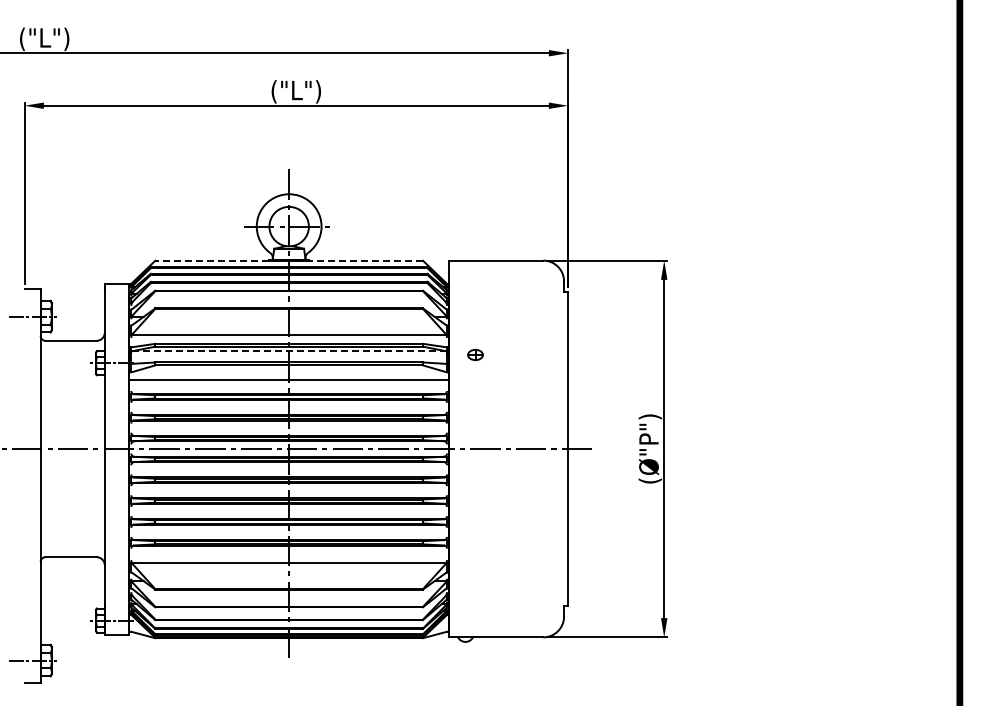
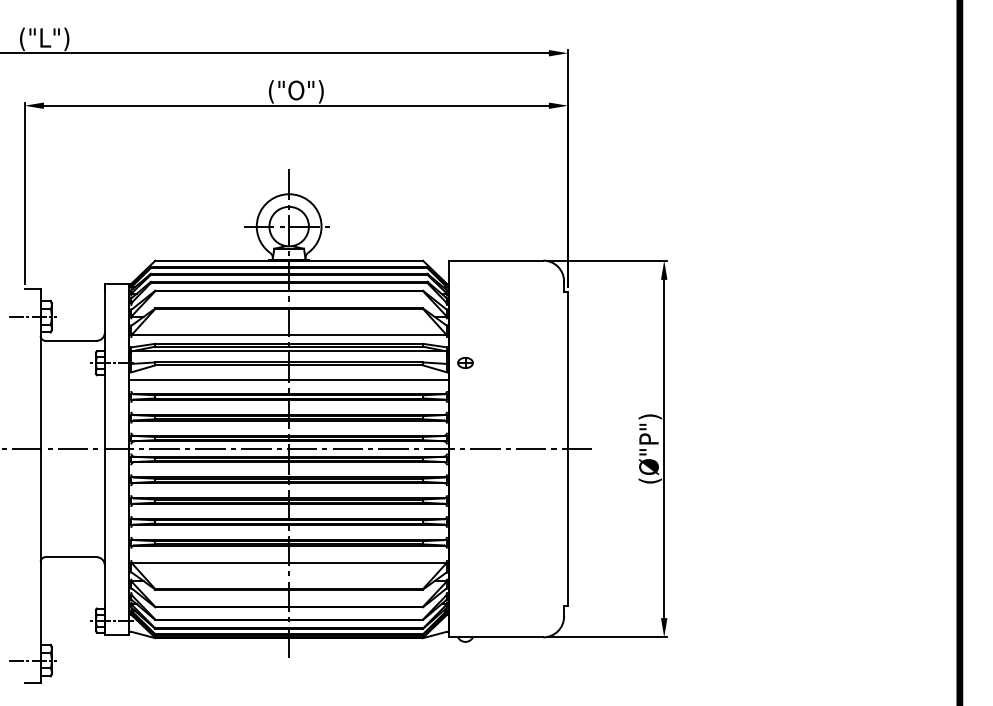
text at (296, 91): ("L") -> ("O")
line at (289, 260): dashed -> solid
line at (289, 351): dashed -> solid
part at (475, 354) position: (475, 354) -> (465, 362)
